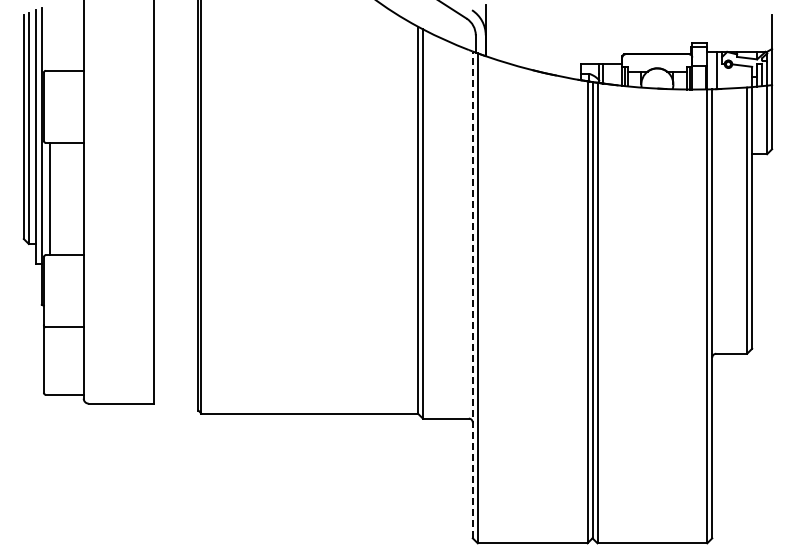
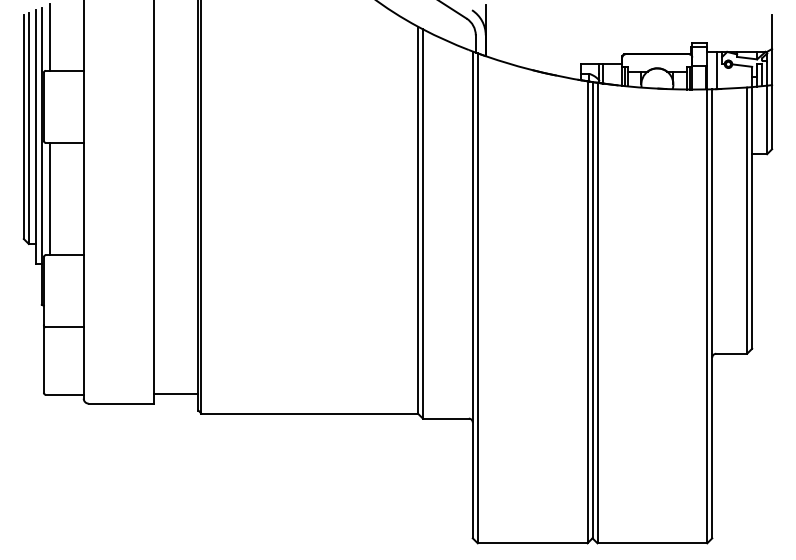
line at (49, 37): none -> present
line at (472, 294): dashed -> solid
line at (175, 393): none -> present
